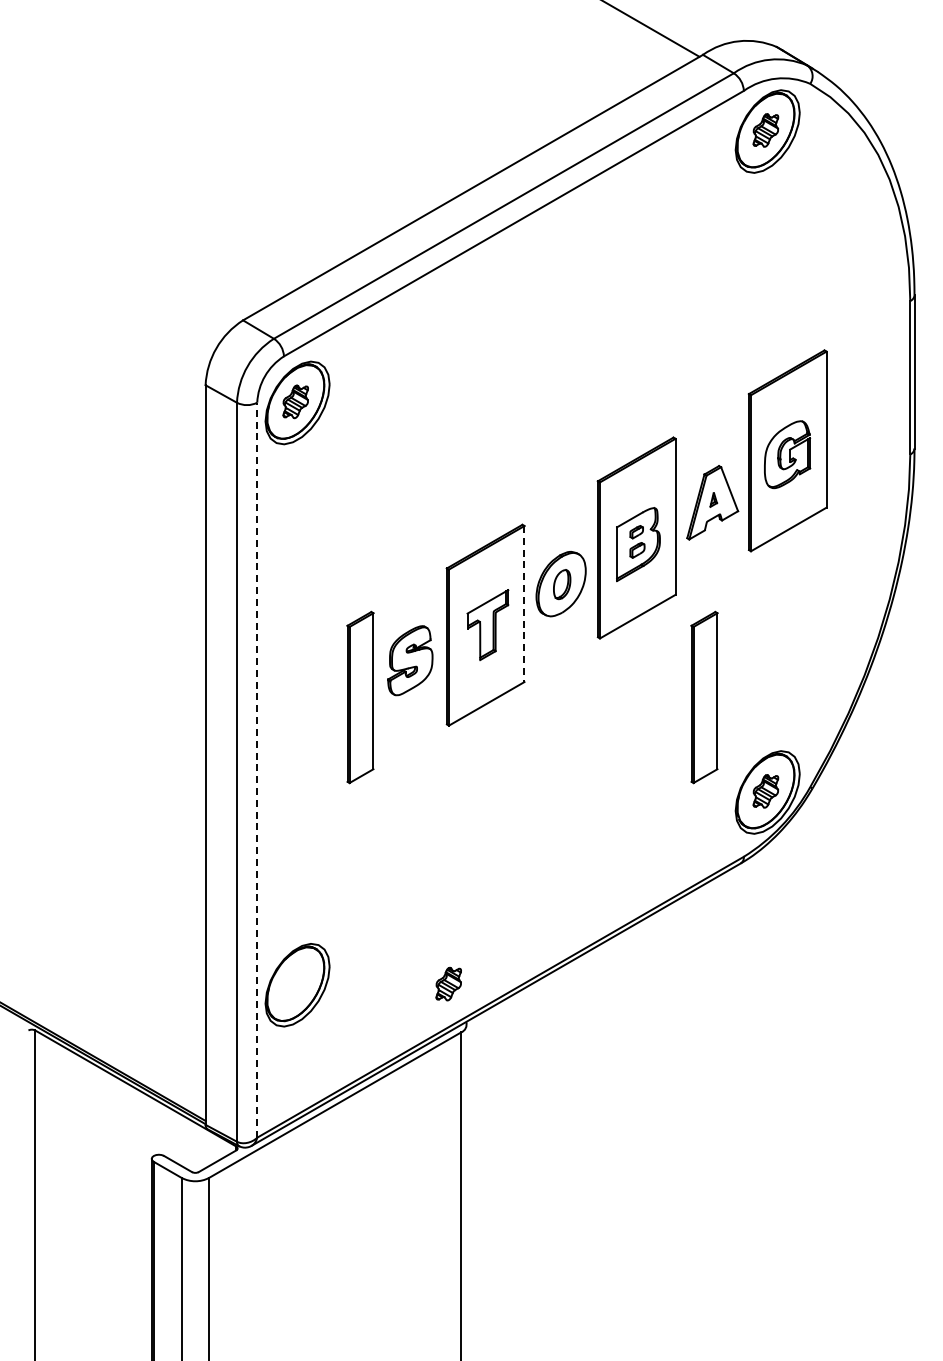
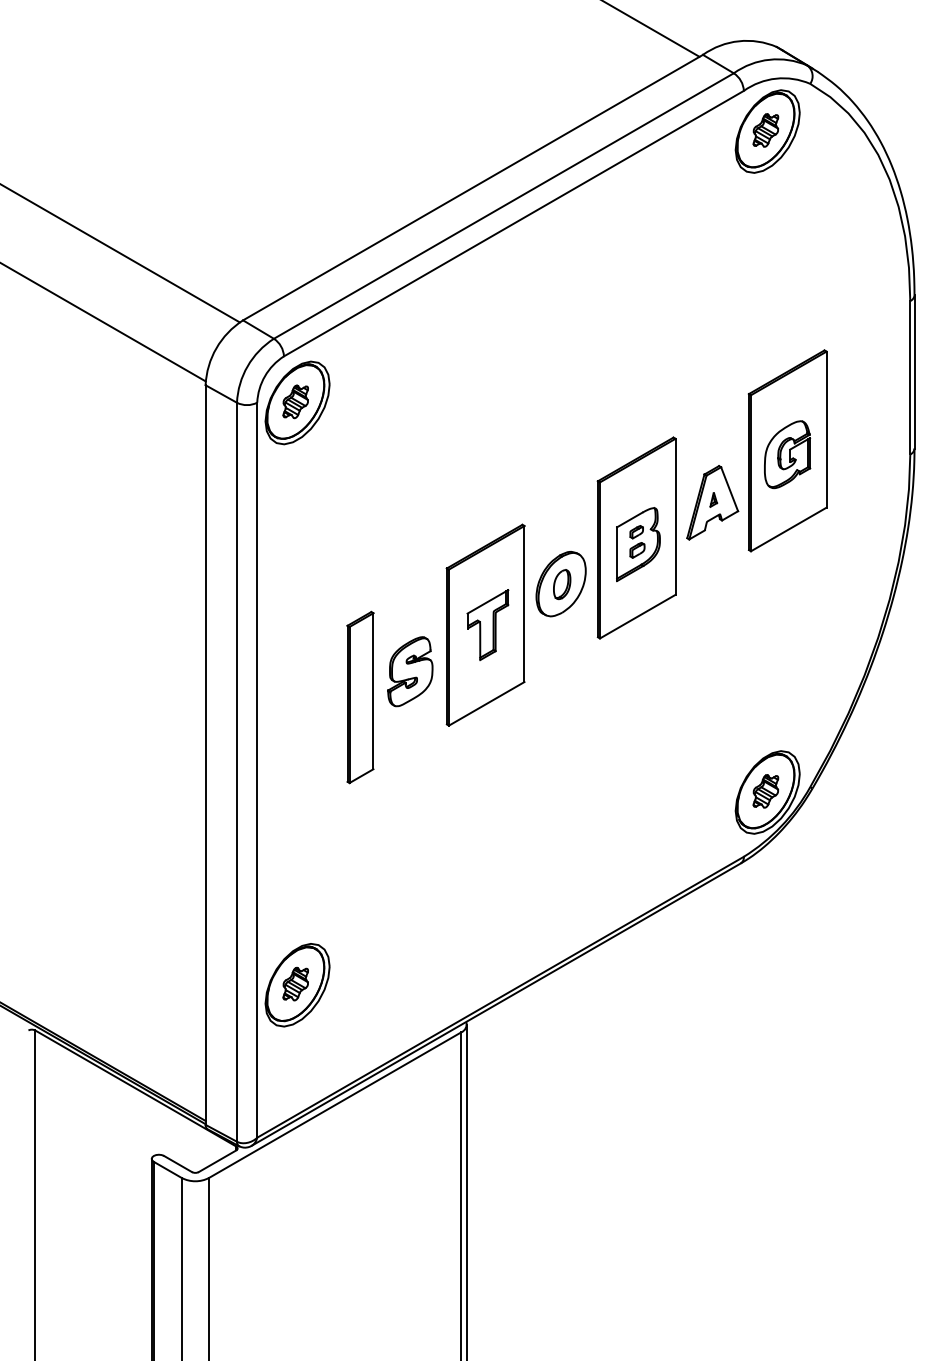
line at (120, 253): none -> present
line at (103, 322): none -> present
line at (524, 604): dashed -> solid
part at (410, 660) position: (410, 660) -> (410, 671)
part at (704, 697): present -> none
line at (257, 770): dashed -> solid
part at (448, 983) position: (448, 983) -> (295, 983)
line at (466, 1190): none -> present
